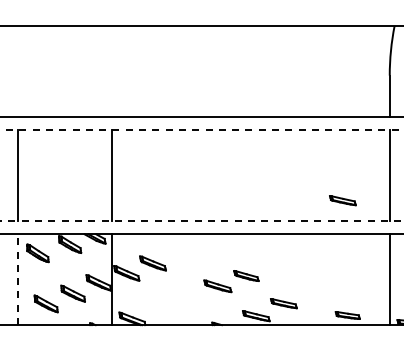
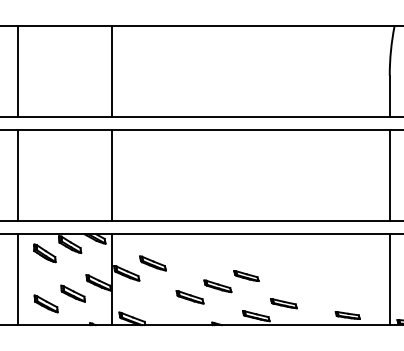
line at (18, 70): none -> present
line at (112, 70): none -> present
line at (202, 130): dashed -> solid
part at (342, 200): present -> none
line at (202, 220): dashed -> solid
part at (37, 253) position: (37, 253) -> (44, 253)
line at (18, 279): dashed -> solid
part at (189, 297): none -> present
